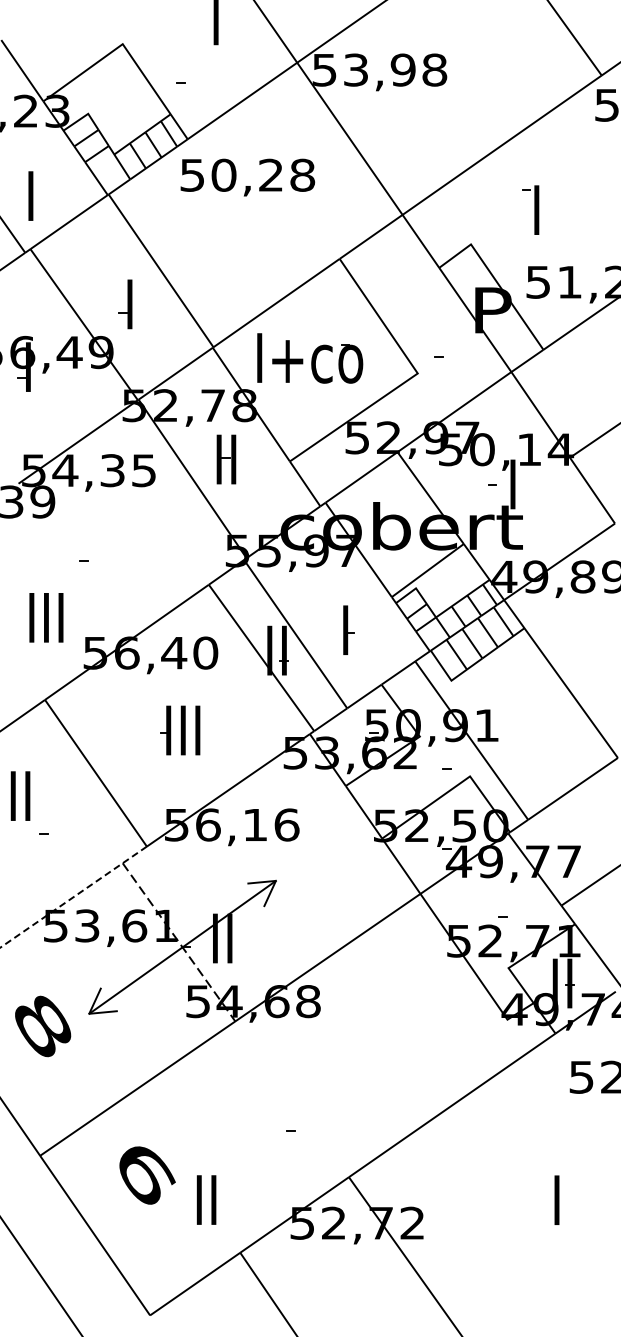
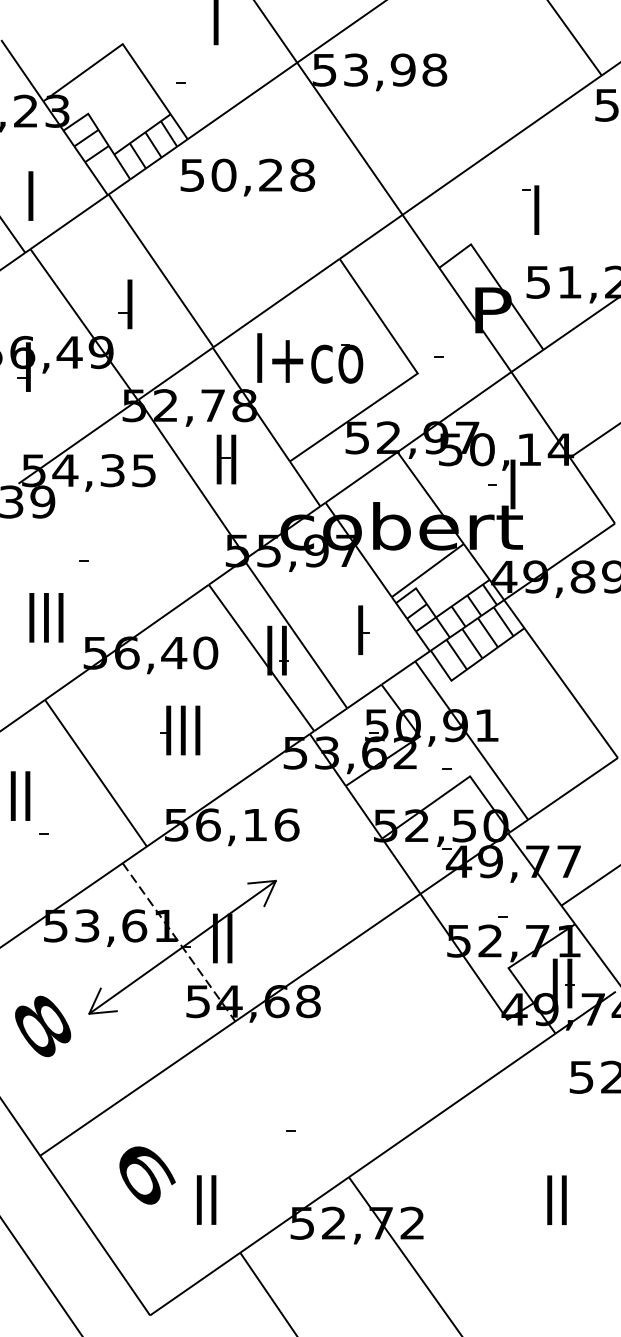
part at (348, 629) position: (348, 629) -> (363, 629)
line at (73, 897): dashed -> solid
text at (556, 1199): I -> II
